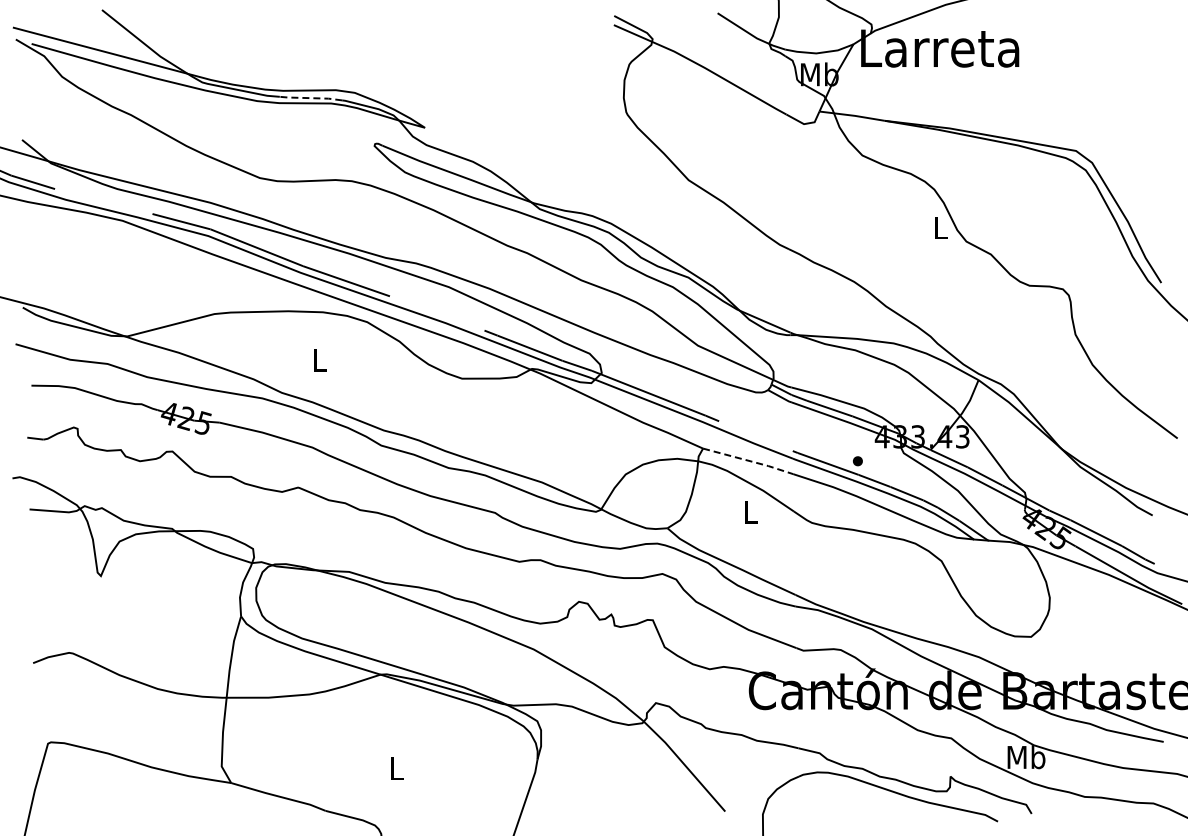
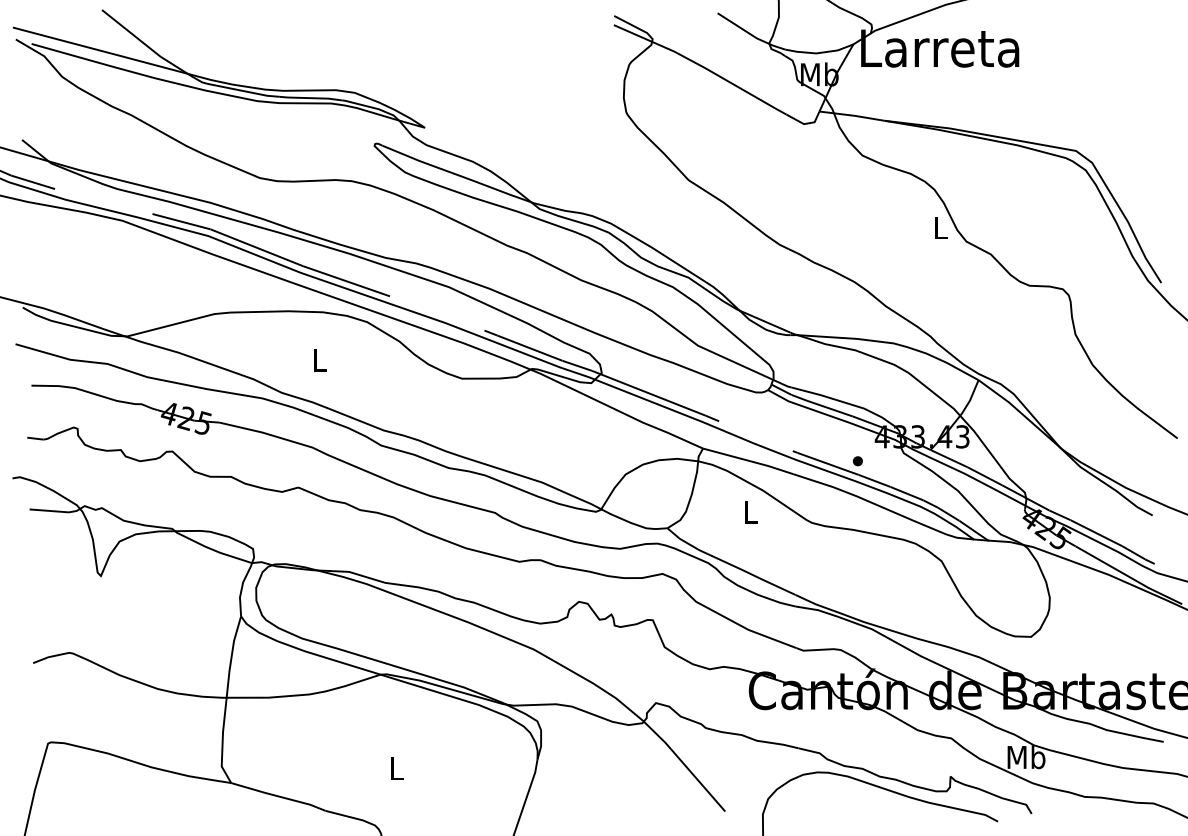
line at (310, 98): dashed -> solid
line at (749, 460): dashed -> solid
